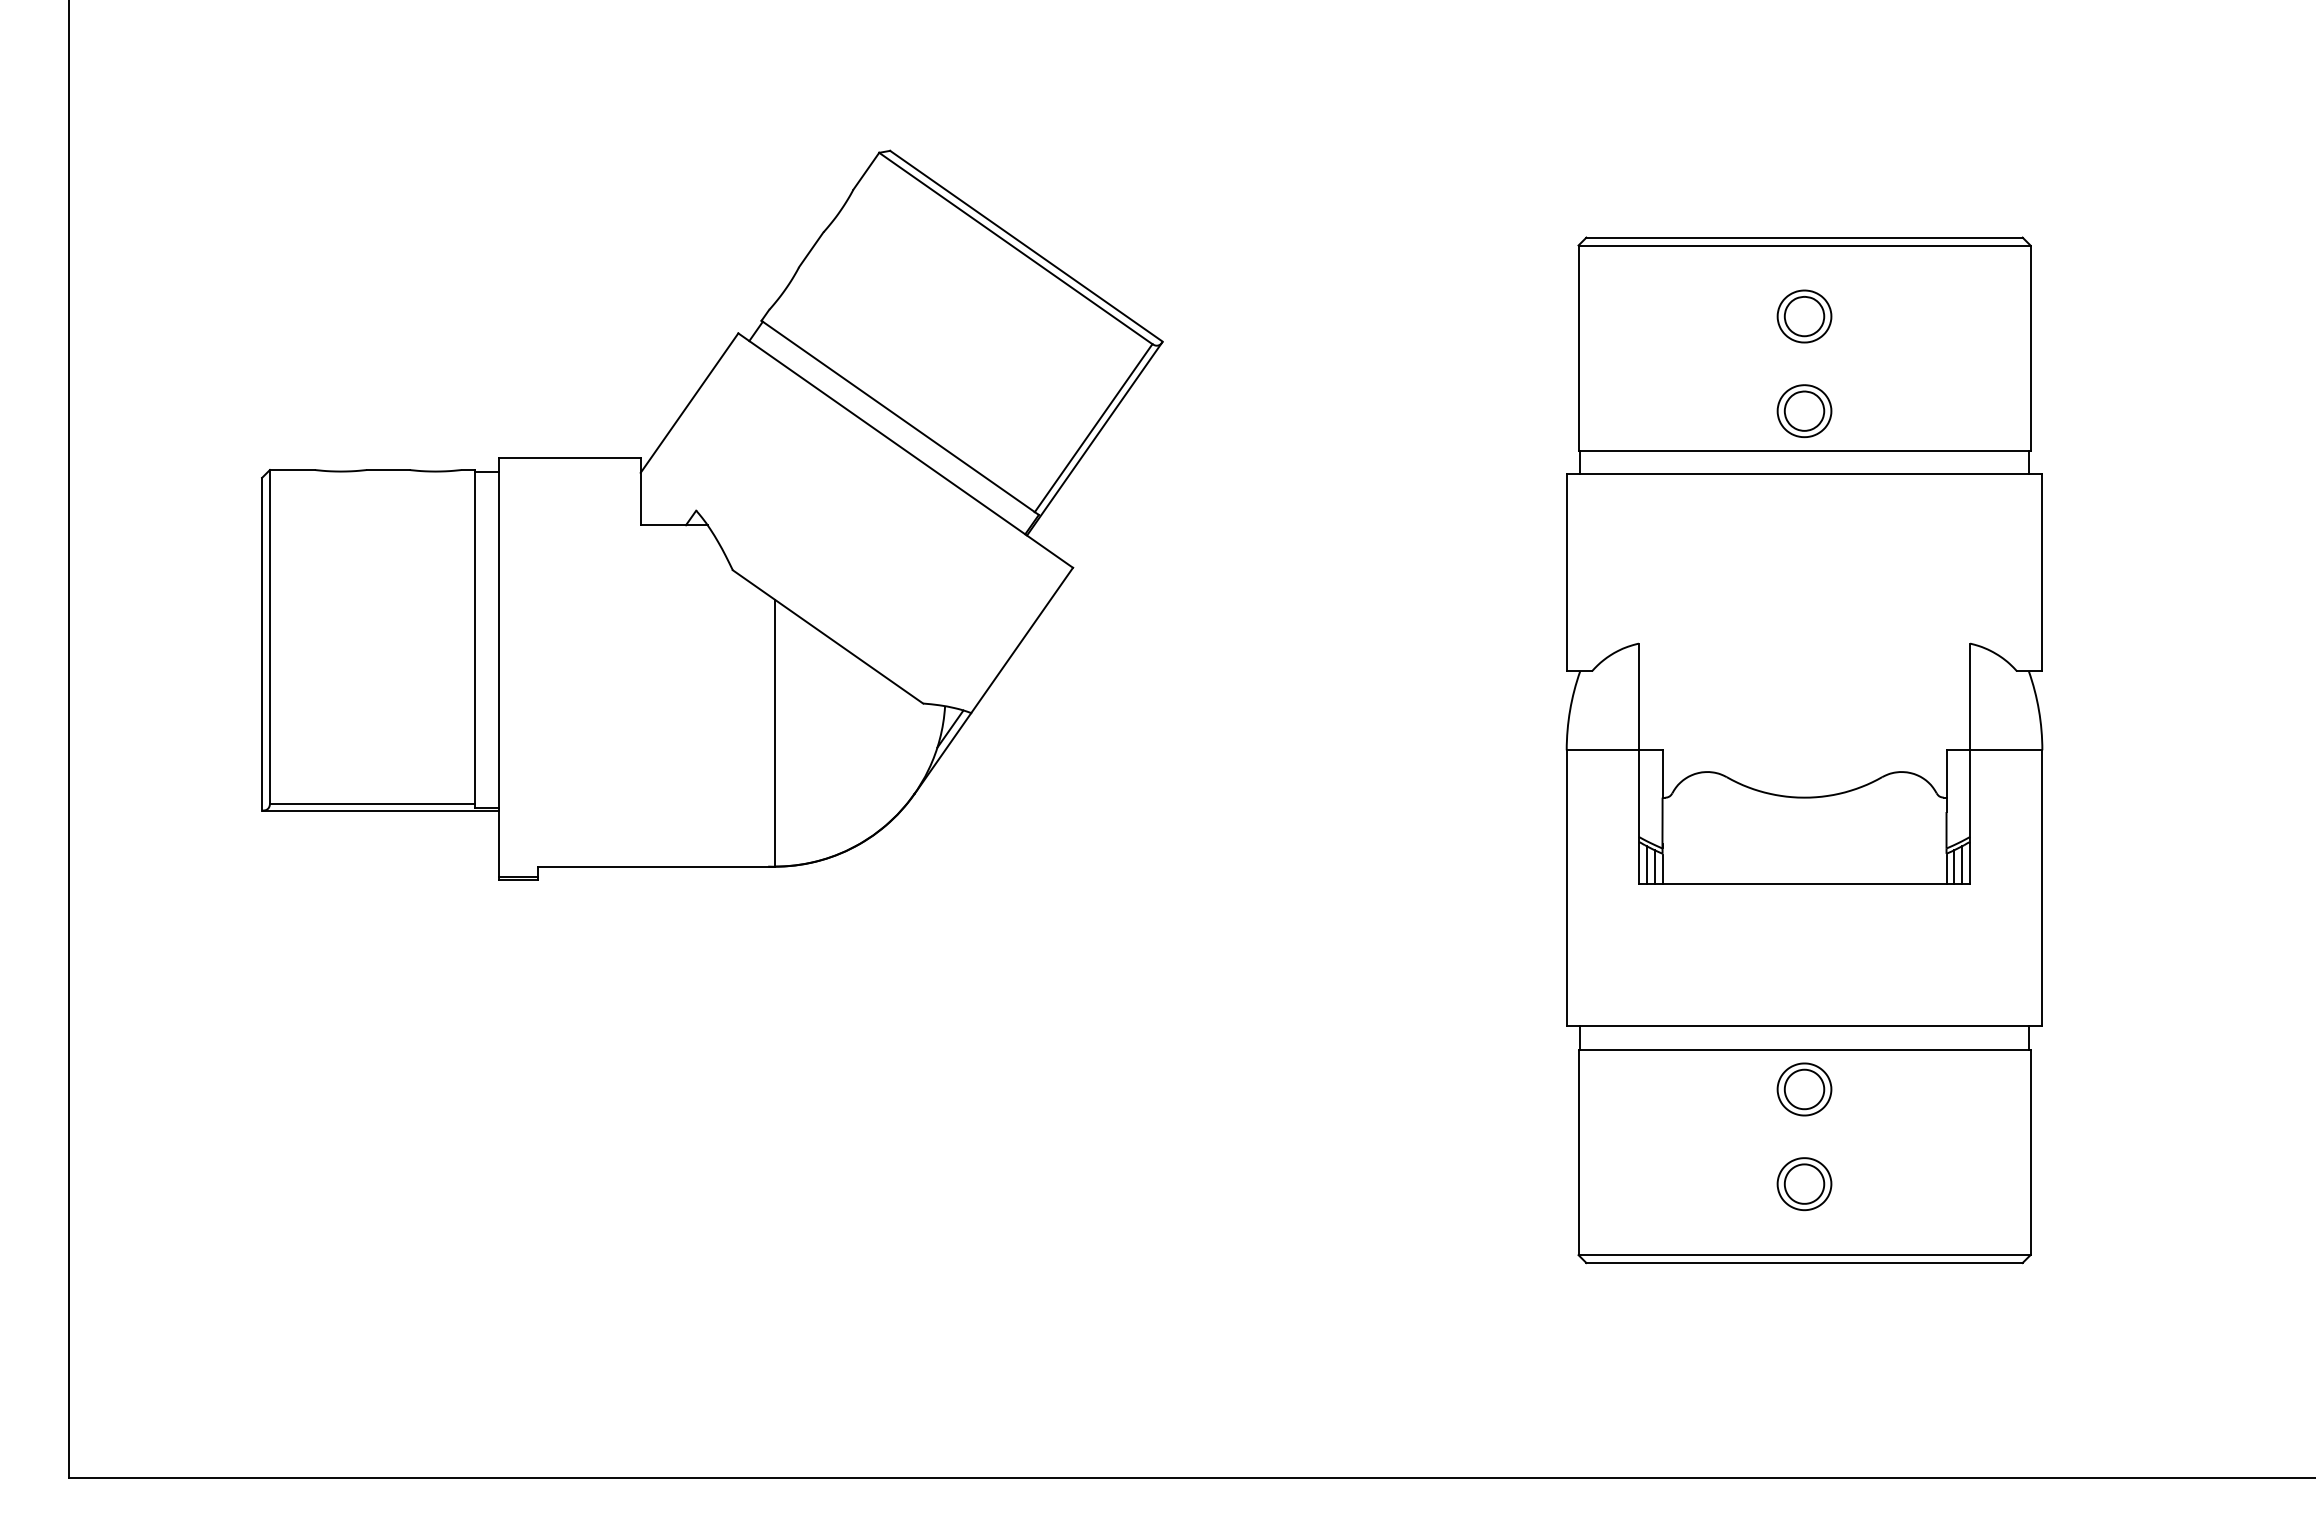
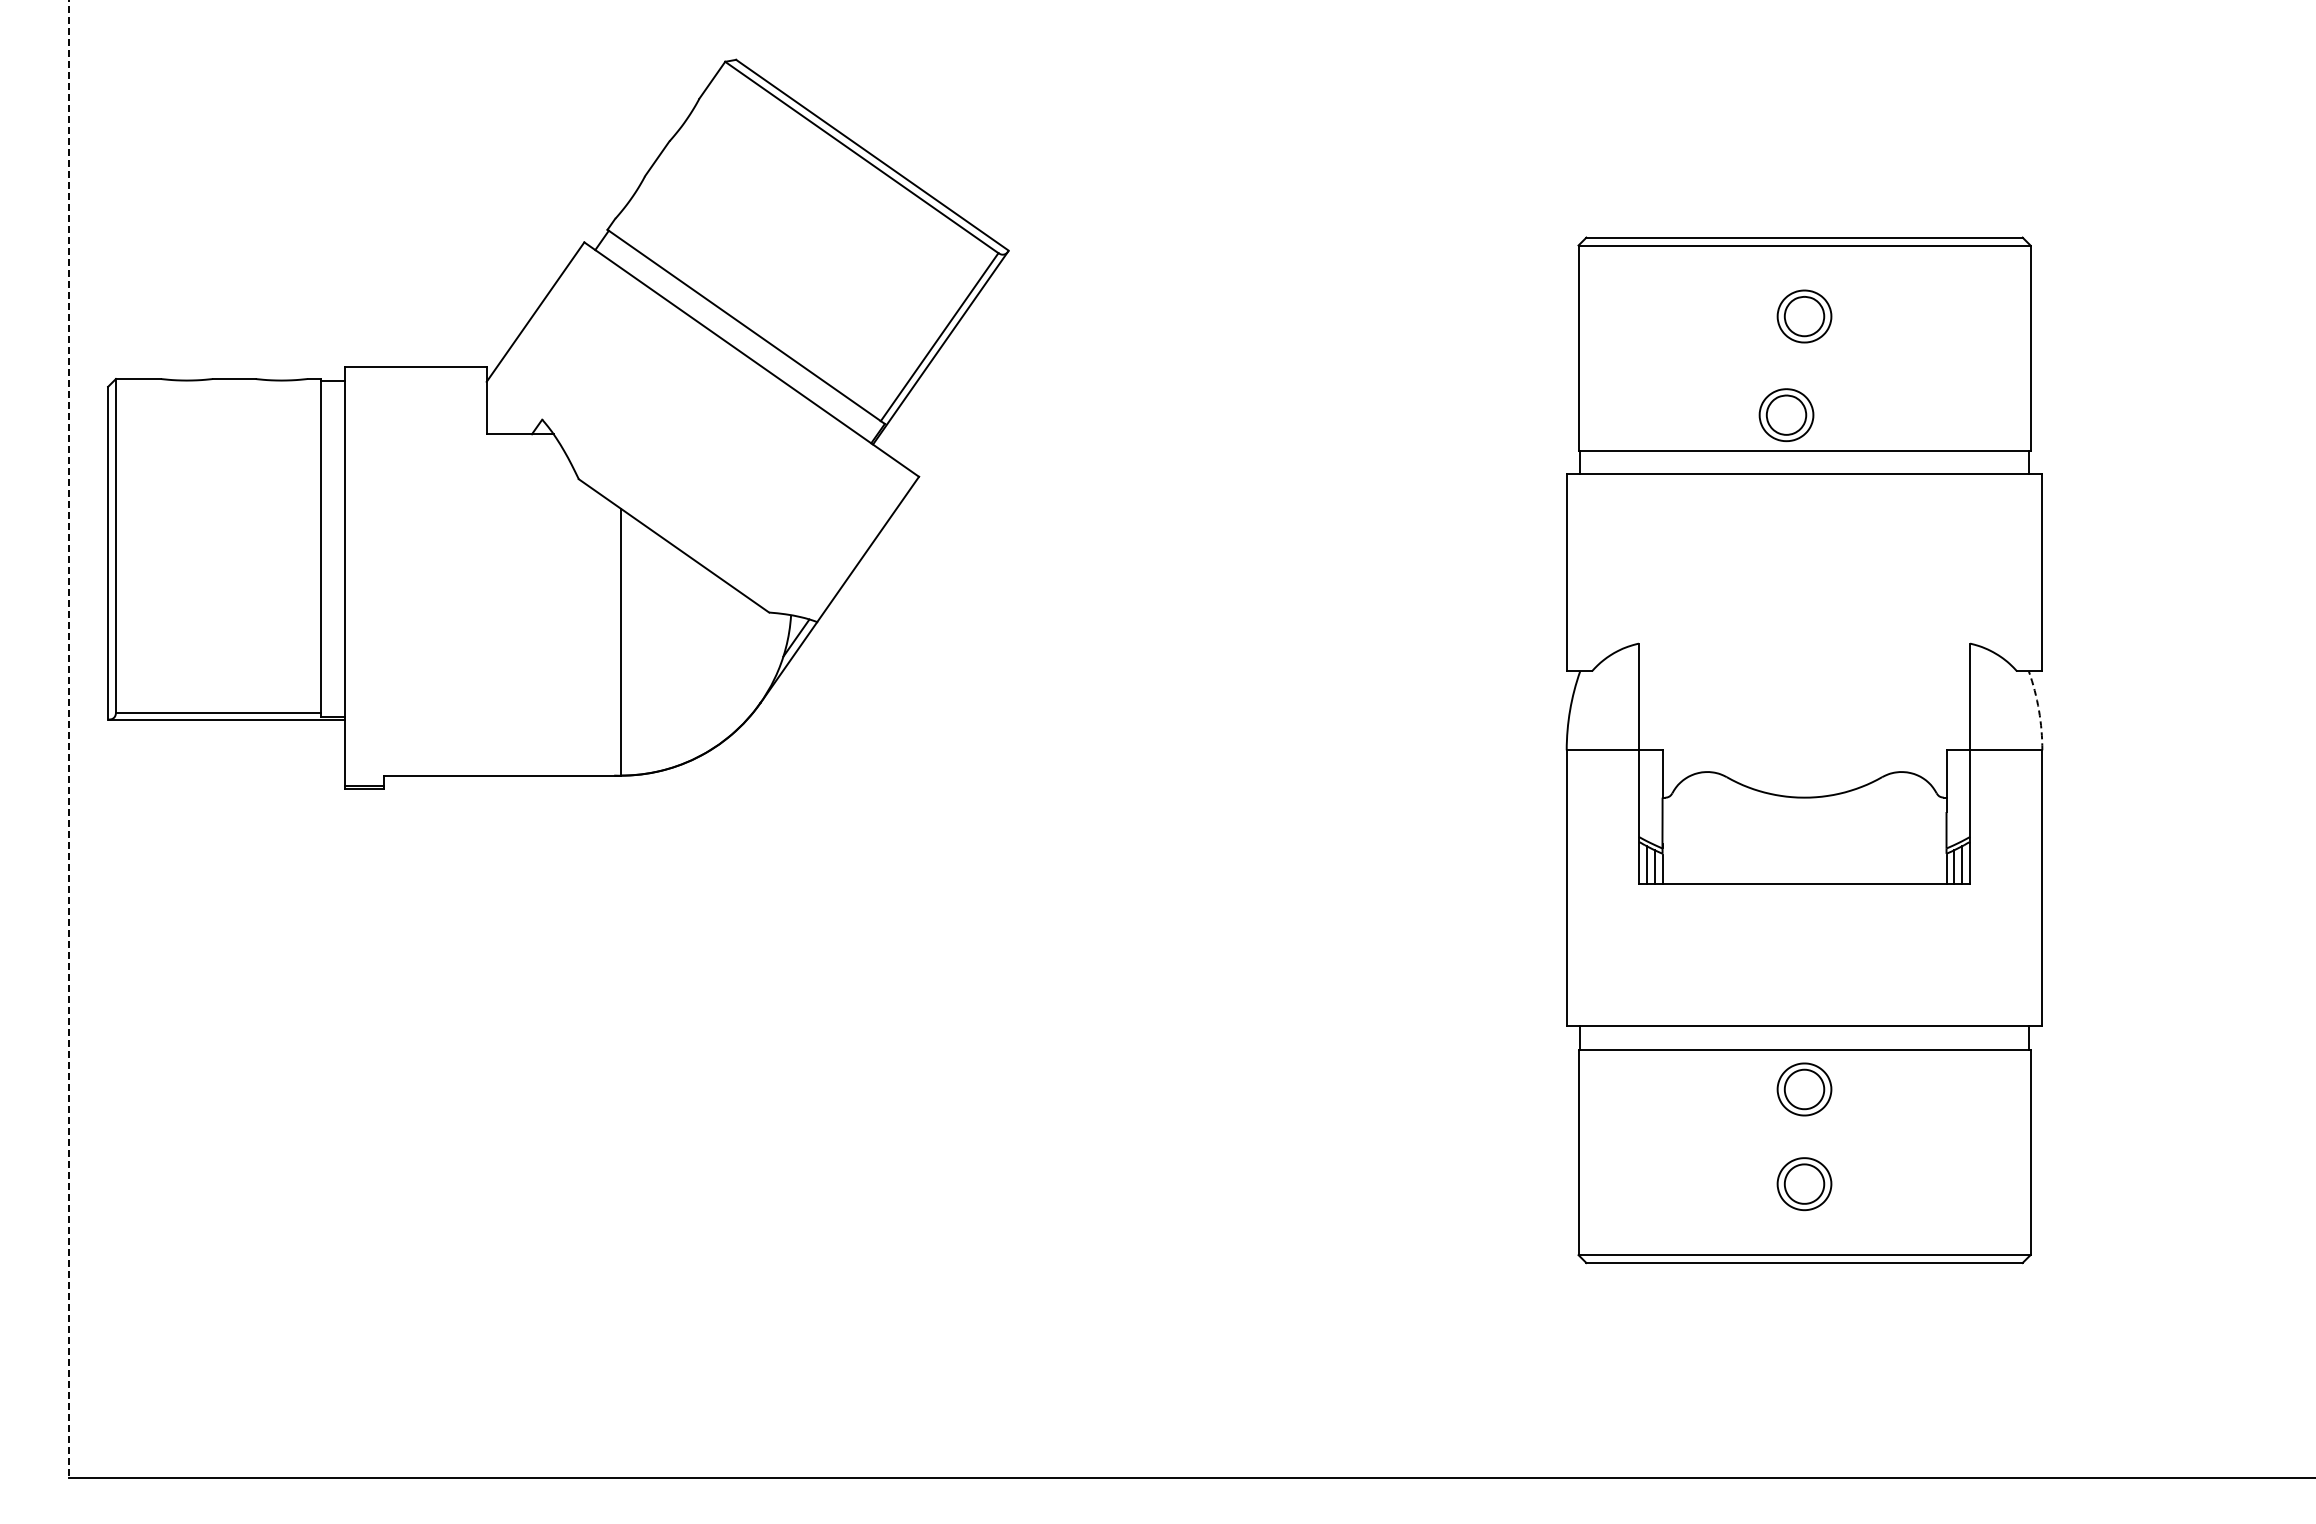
part at (1804, 411) position: (1804, 411) -> (1786, 415)
part at (712, 514) position: (712, 514) -> (558, 423)
arc at (2038, 710): solid -> dashed
line at (69, 739): solid -> dashed
